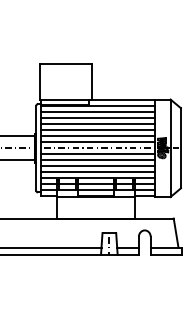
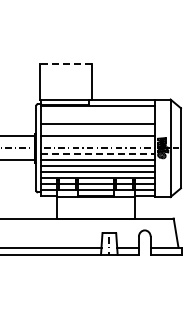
line at (65, 63): solid -> dashed
line at (98, 112): present -> none
line at (98, 118): present -> none
line at (98, 130): present -> none
line at (98, 142): present -> none
line at (98, 154): solid -> dashed
